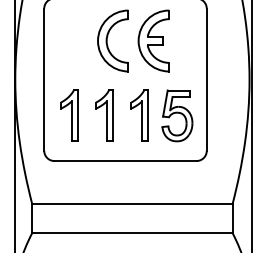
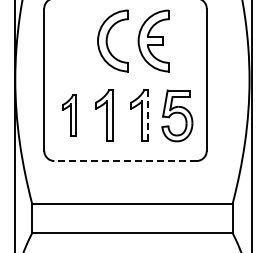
part at (69, 115) size: 19x53 px -> 15x43 px
line at (148, 115): solid -> dashed
line at (125, 161): solid -> dashed
